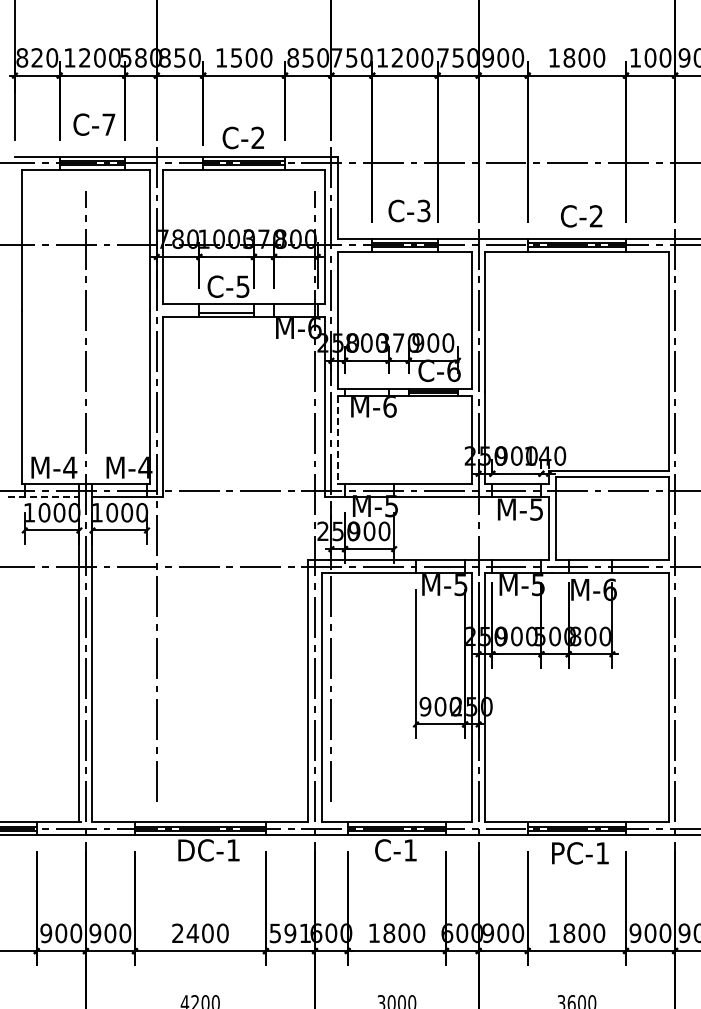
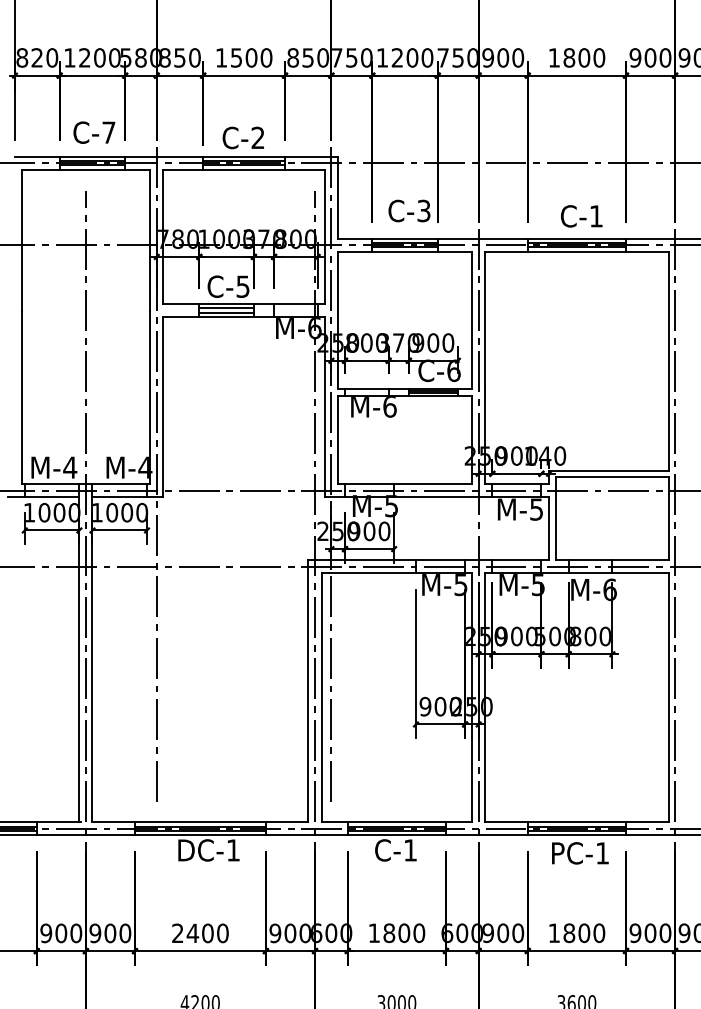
text at (635, 57): 100 -> 900
text at (94, 124) position: (94, 124) -> (94, 132)
text at (595, 216): C-2 -> C-1
line at (226, 308): none -> present
line at (337, 440): dashed -> solid
line at (44, 497): dashed -> solid
text at (289, 933): 591 -> 900
